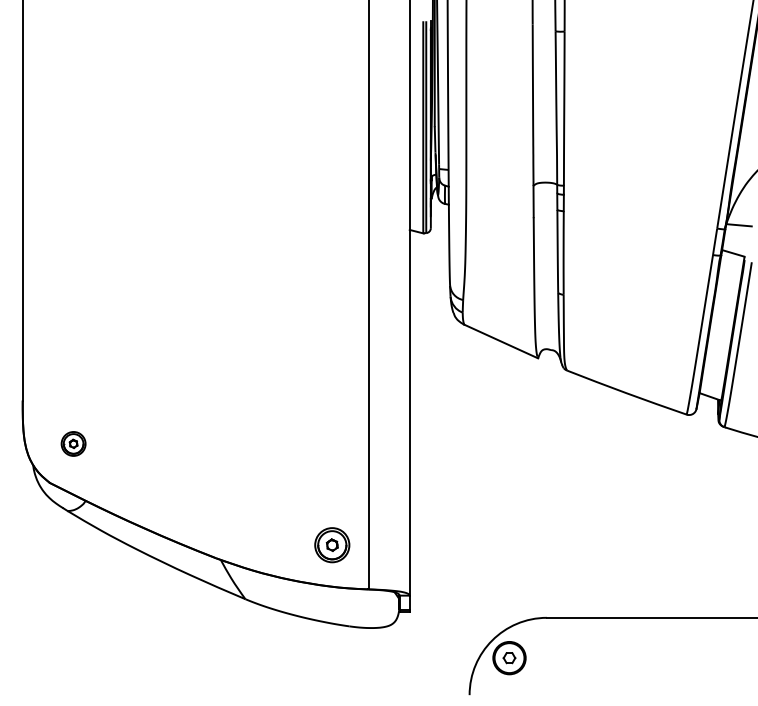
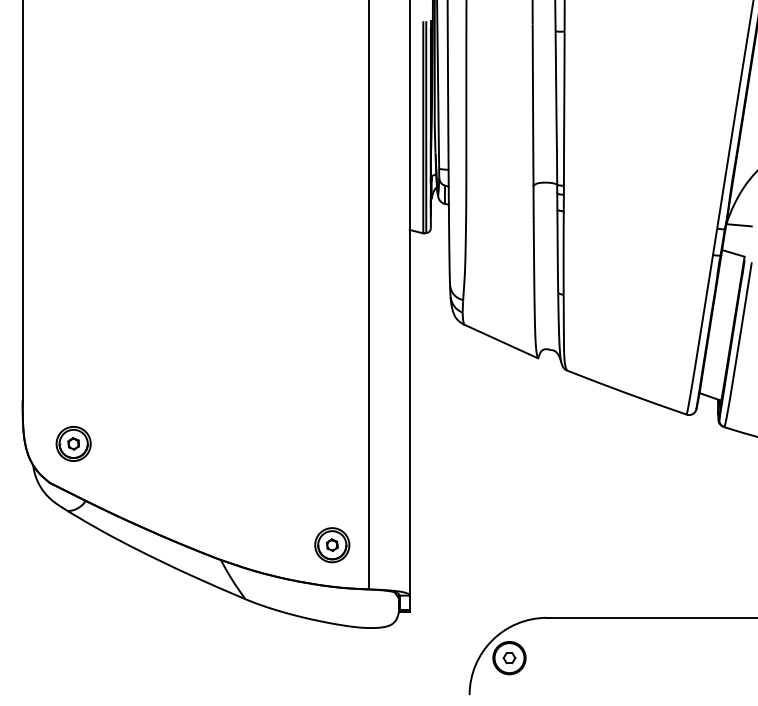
part at (73, 443) size: 27x26 px -> 37x36 px
